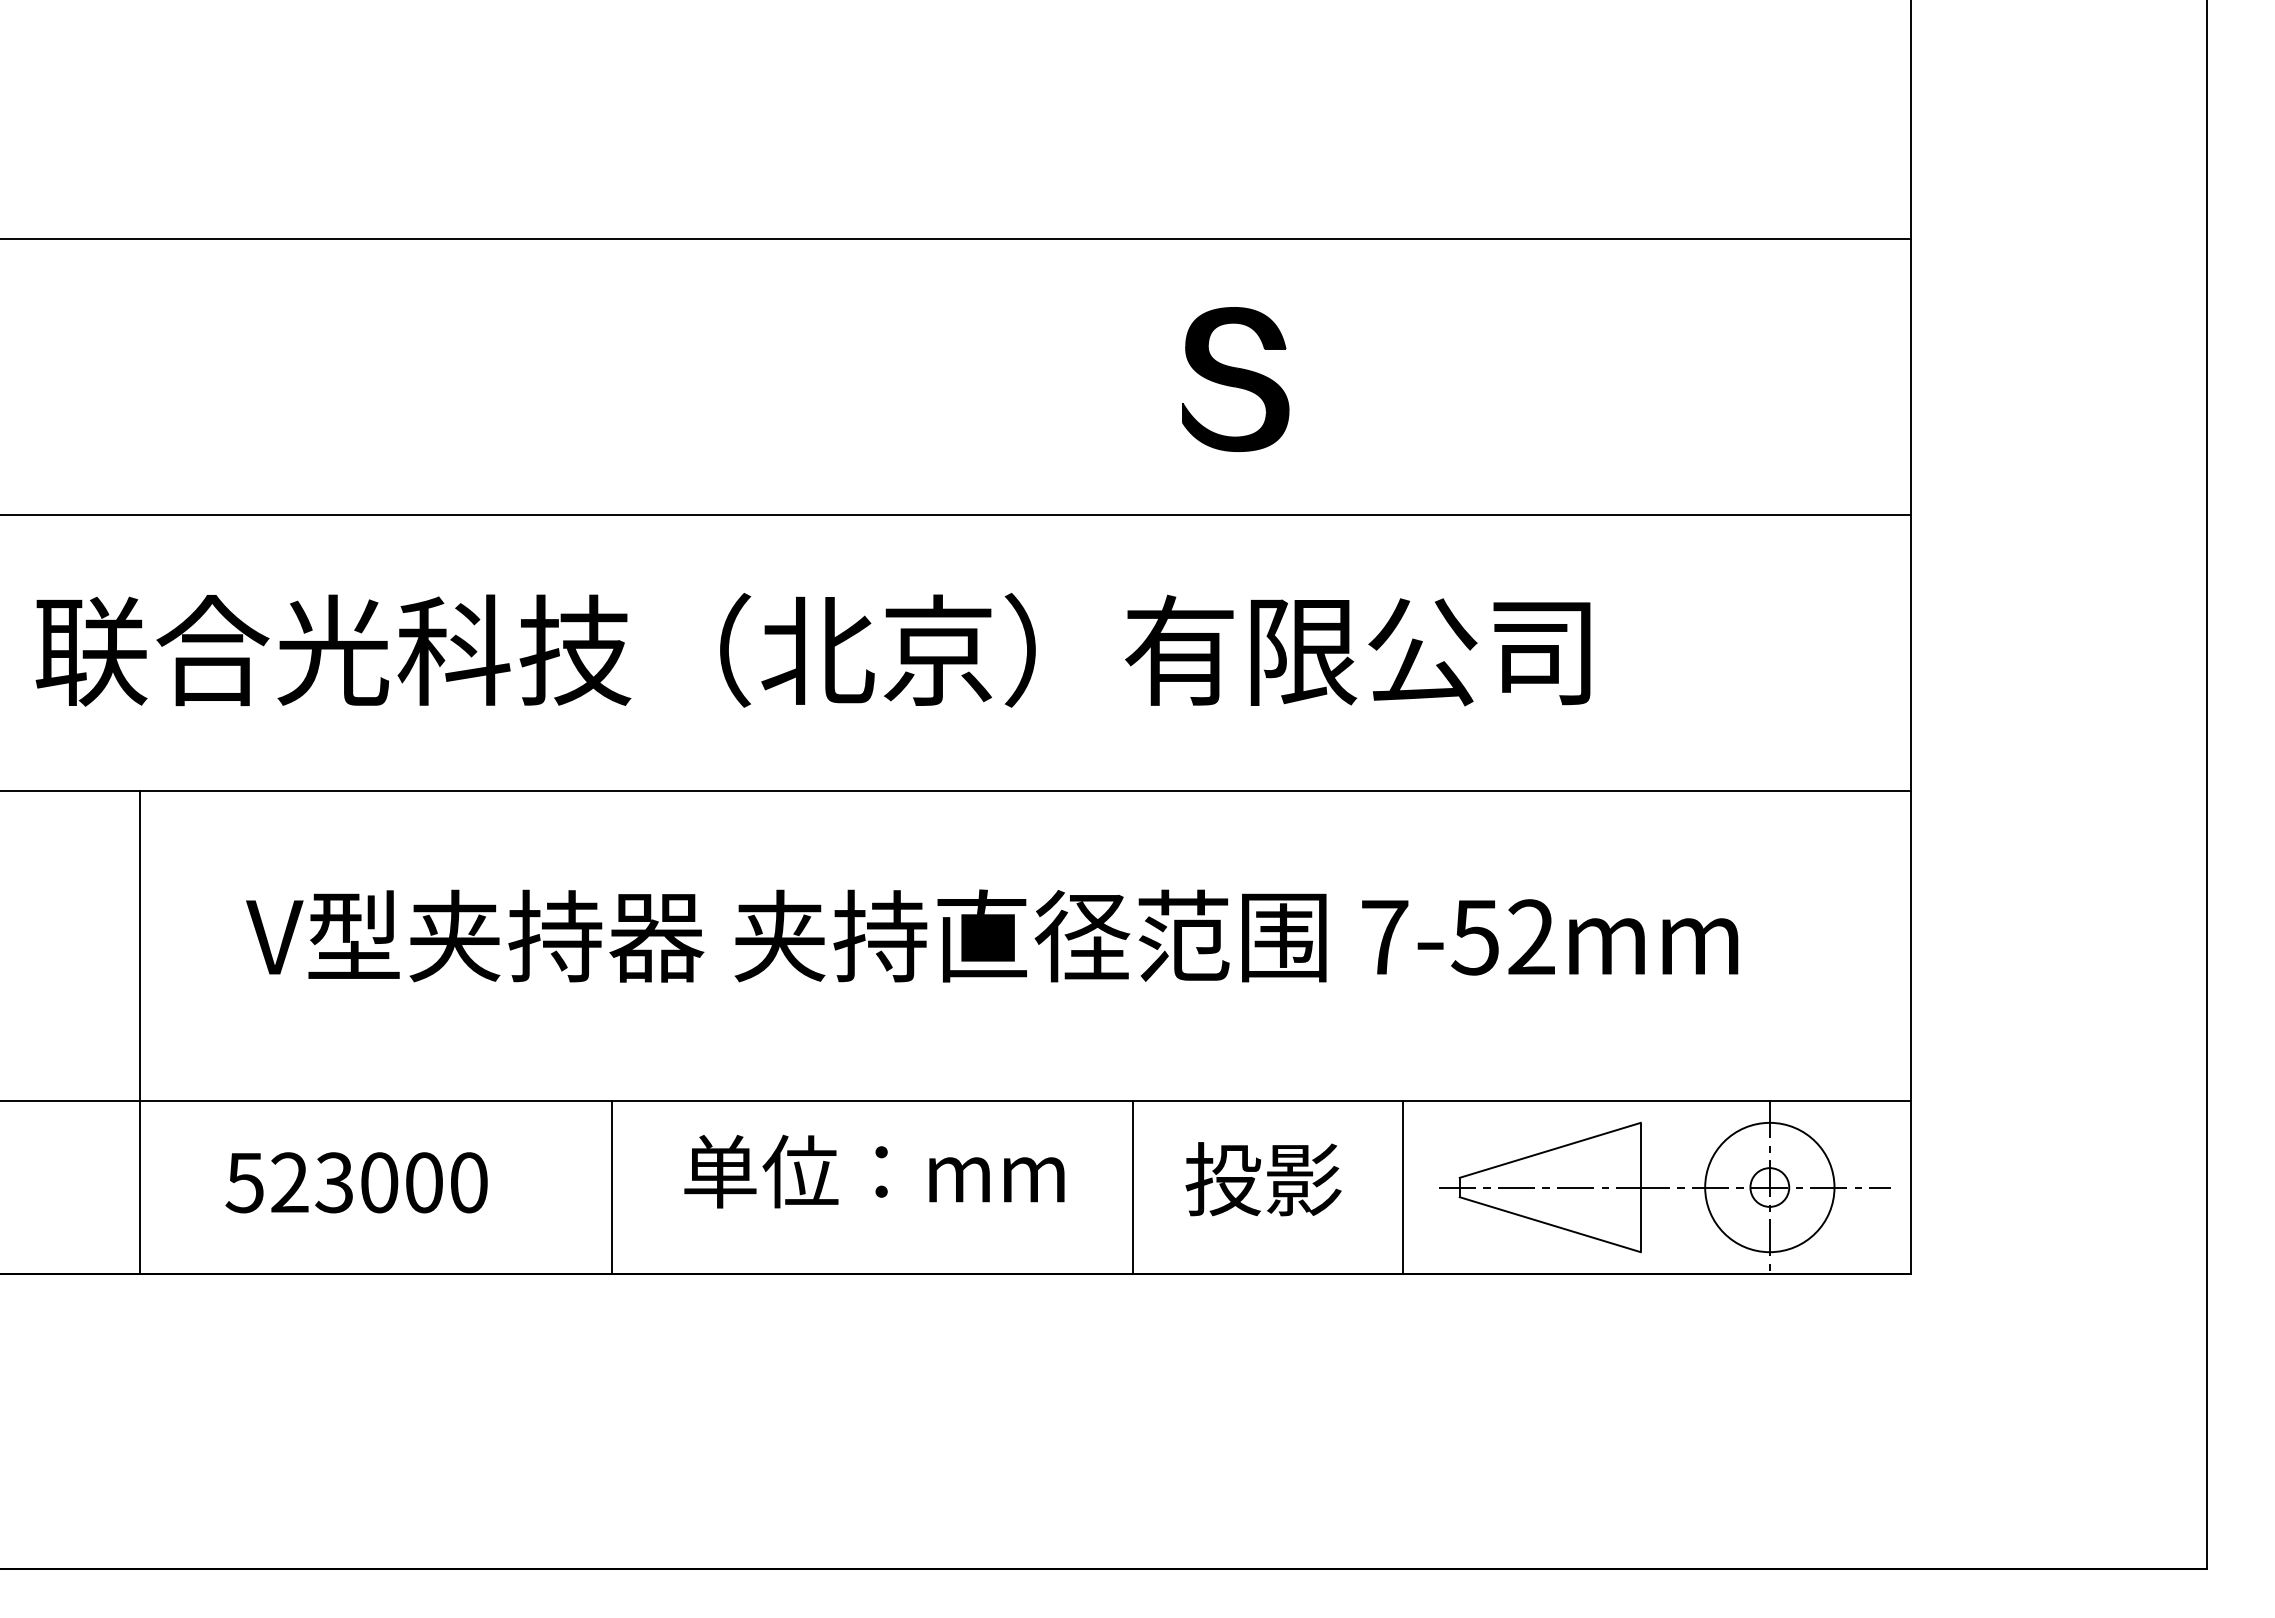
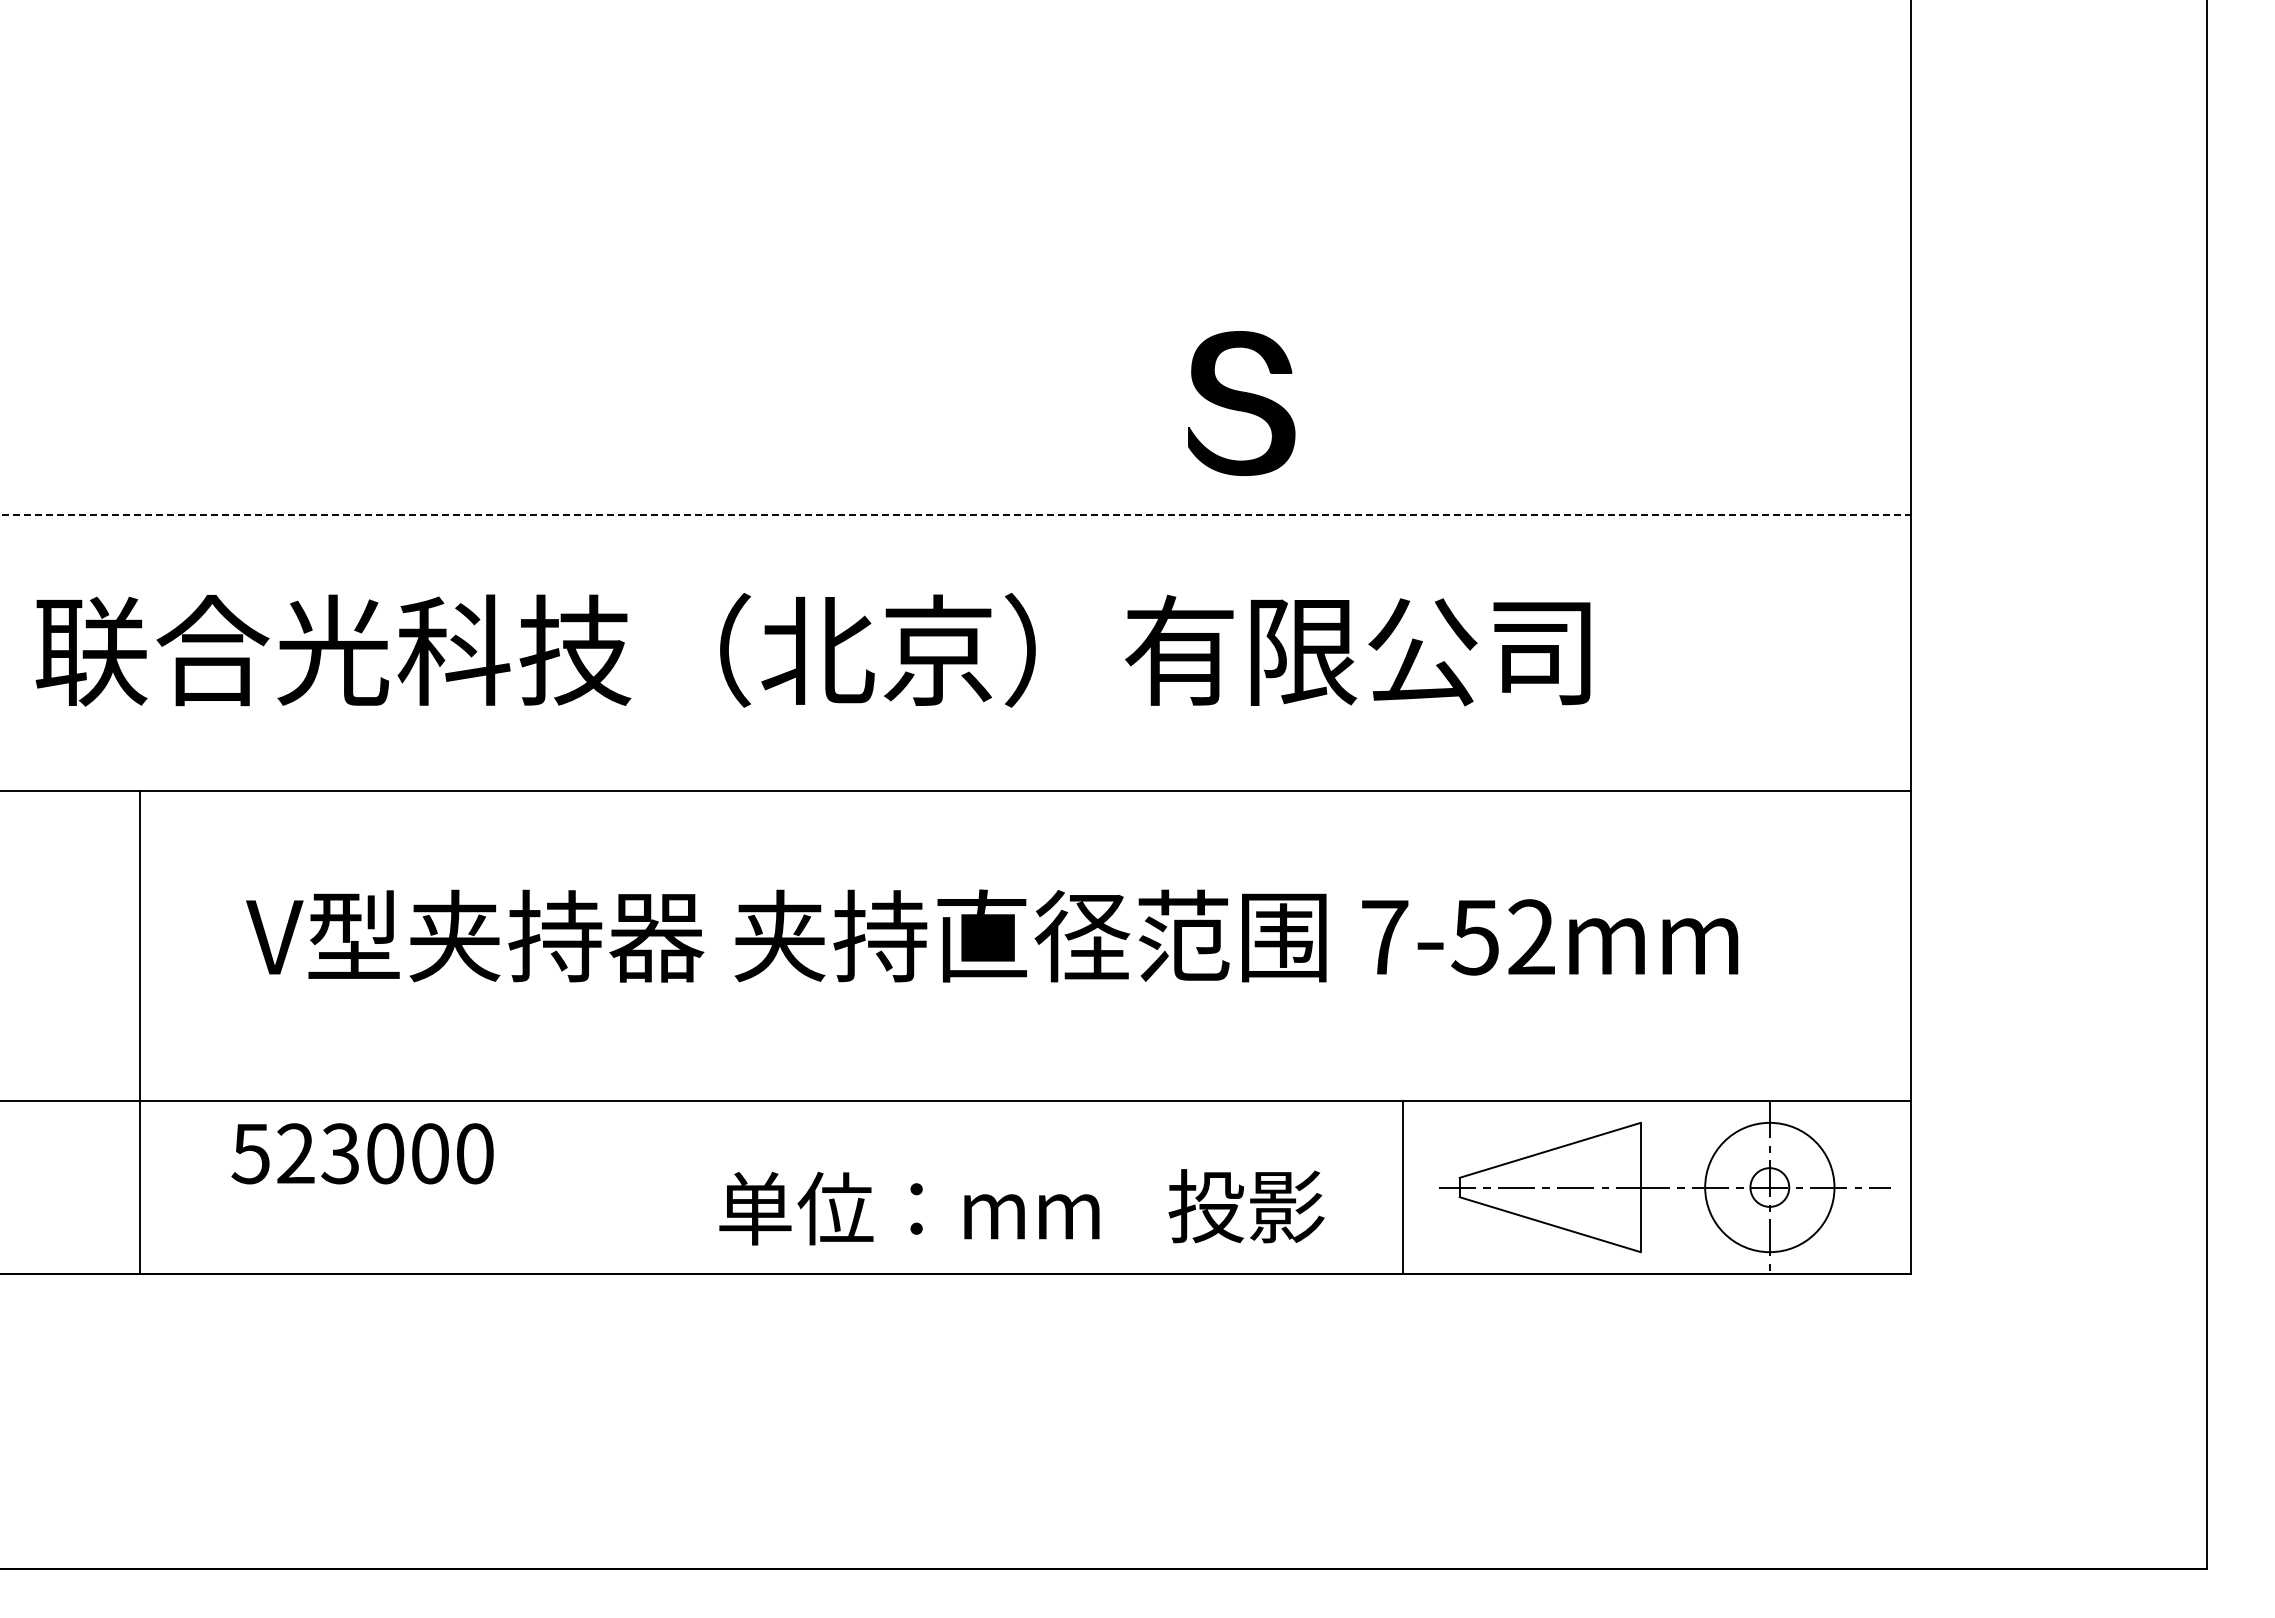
line at (956, 239): present -> none
part at (1235, 379) position: (1235, 379) -> (1241, 403)
line at (956, 515): solid -> dashed
text at (874, 1171) position: (874, 1171) -> (909, 1208)
text at (1263, 1179) position: (1263, 1179) -> (1246, 1206)
text at (356, 1182) position: (356, 1182) -> (362, 1153)
line at (611, 1187): present -> none
line at (1133, 1187): present -> none
